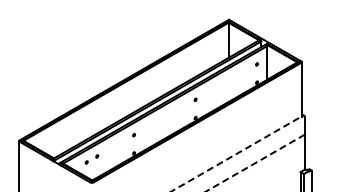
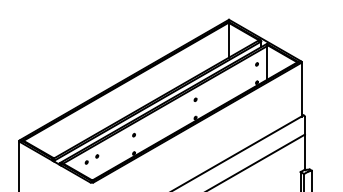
line at (237, 153): dashed -> solid
line at (254, 163): dashed -> solid
